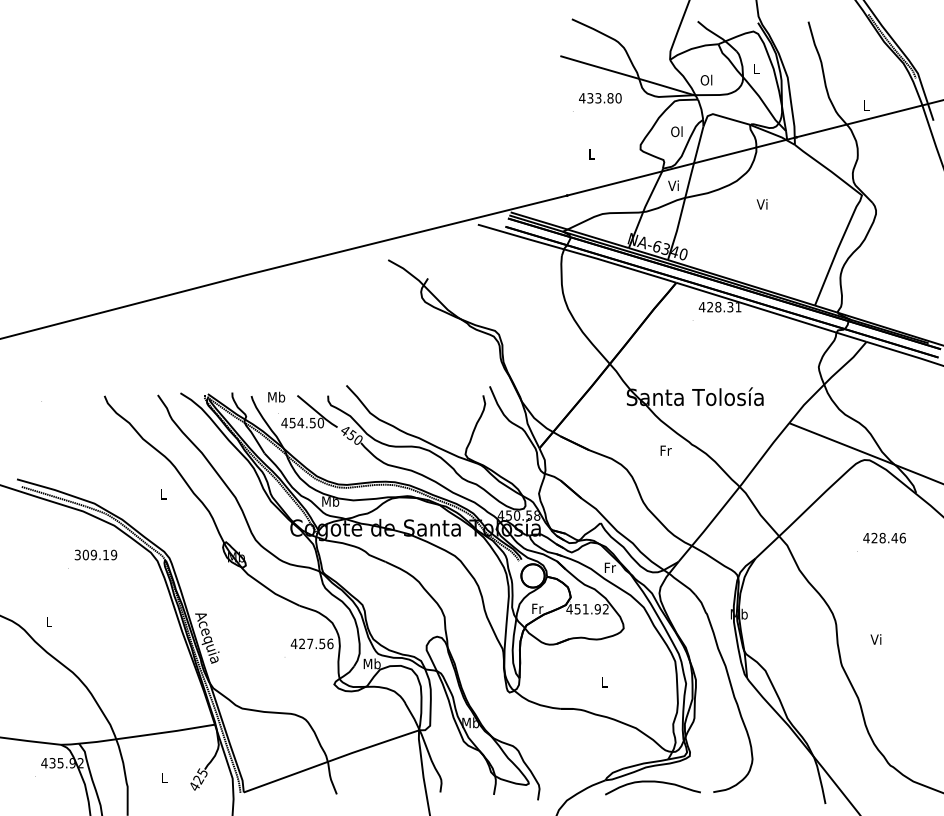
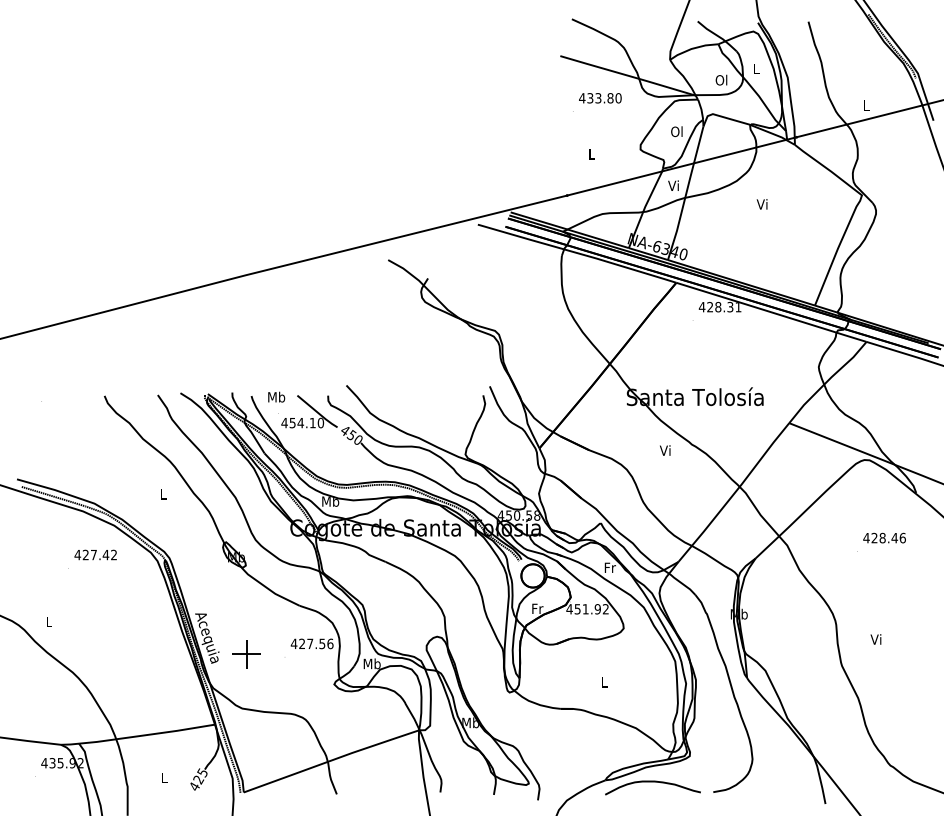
text at (706, 79) position: (706, 79) -> (721, 79)
text at (312, 423): 454.50 -> 454.10
text at (665, 450): Fr -> Vi
text at (95, 554): 309.19 -> 427.42
part at (246, 654): none -> present
